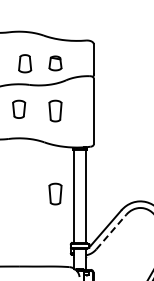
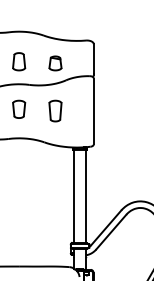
part at (25, 63) position: (25, 63) -> (19, 61)
part at (55, 193): present -> none
line at (111, 232): dashed -> solid
